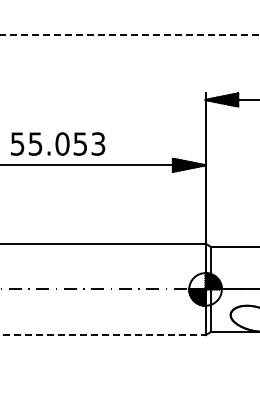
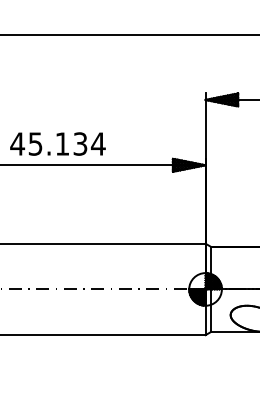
line at (130, 34): dashed -> solid
text at (57, 143): 55.053 -> 45.134
line at (103, 335): dashed -> solid
